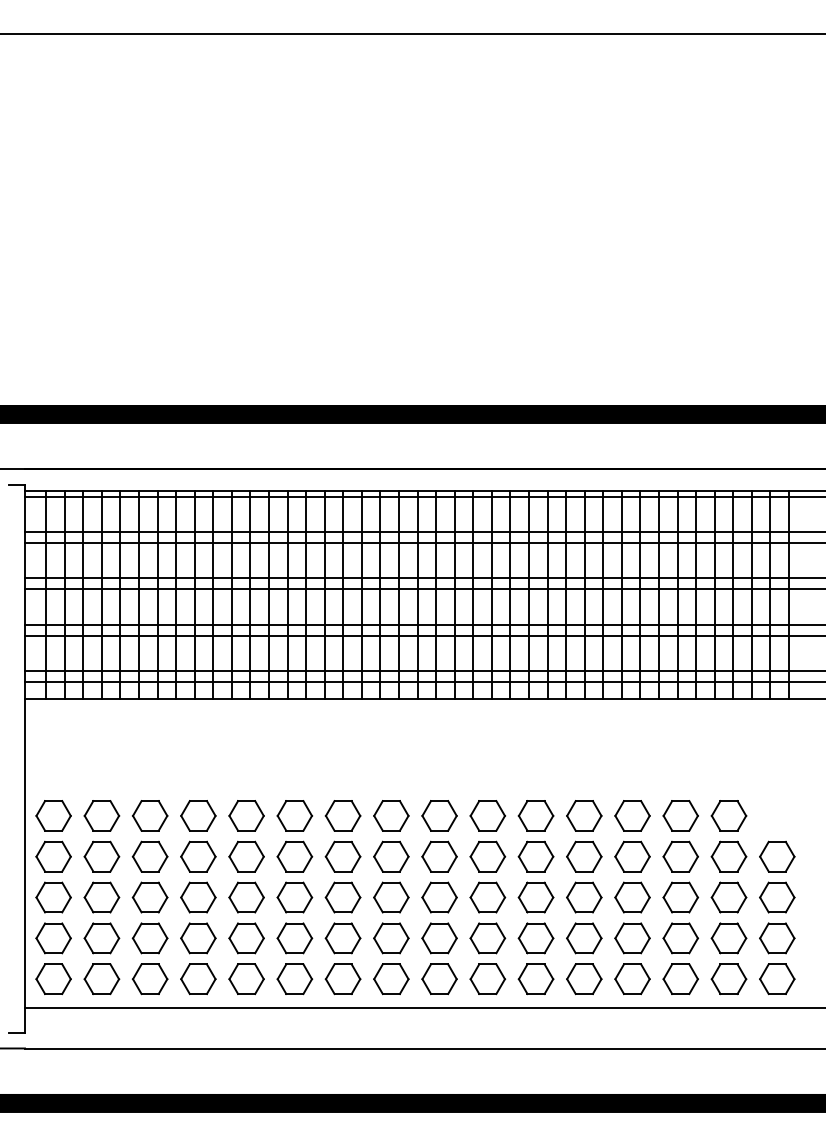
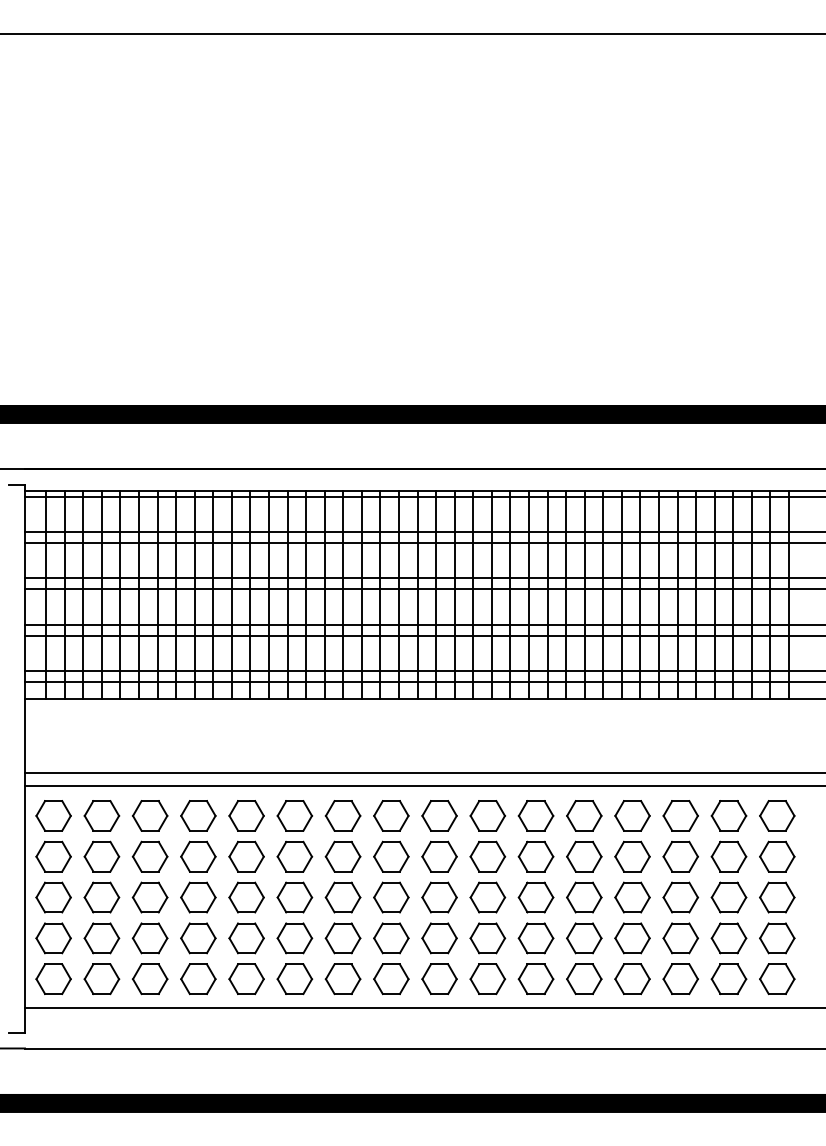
line at (423, 773): none -> present
line at (423, 785): none -> present
part at (777, 815): none -> present
